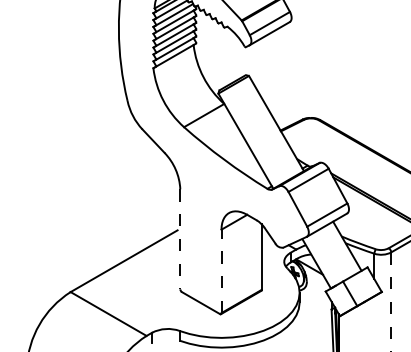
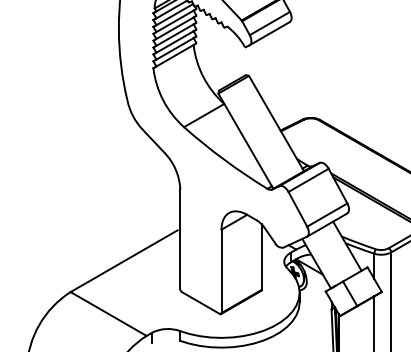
line at (180, 239): dashed -> solid
line at (221, 271): dashed -> solid
line at (391, 302): dashed -> solid
line at (374, 322): none -> present
